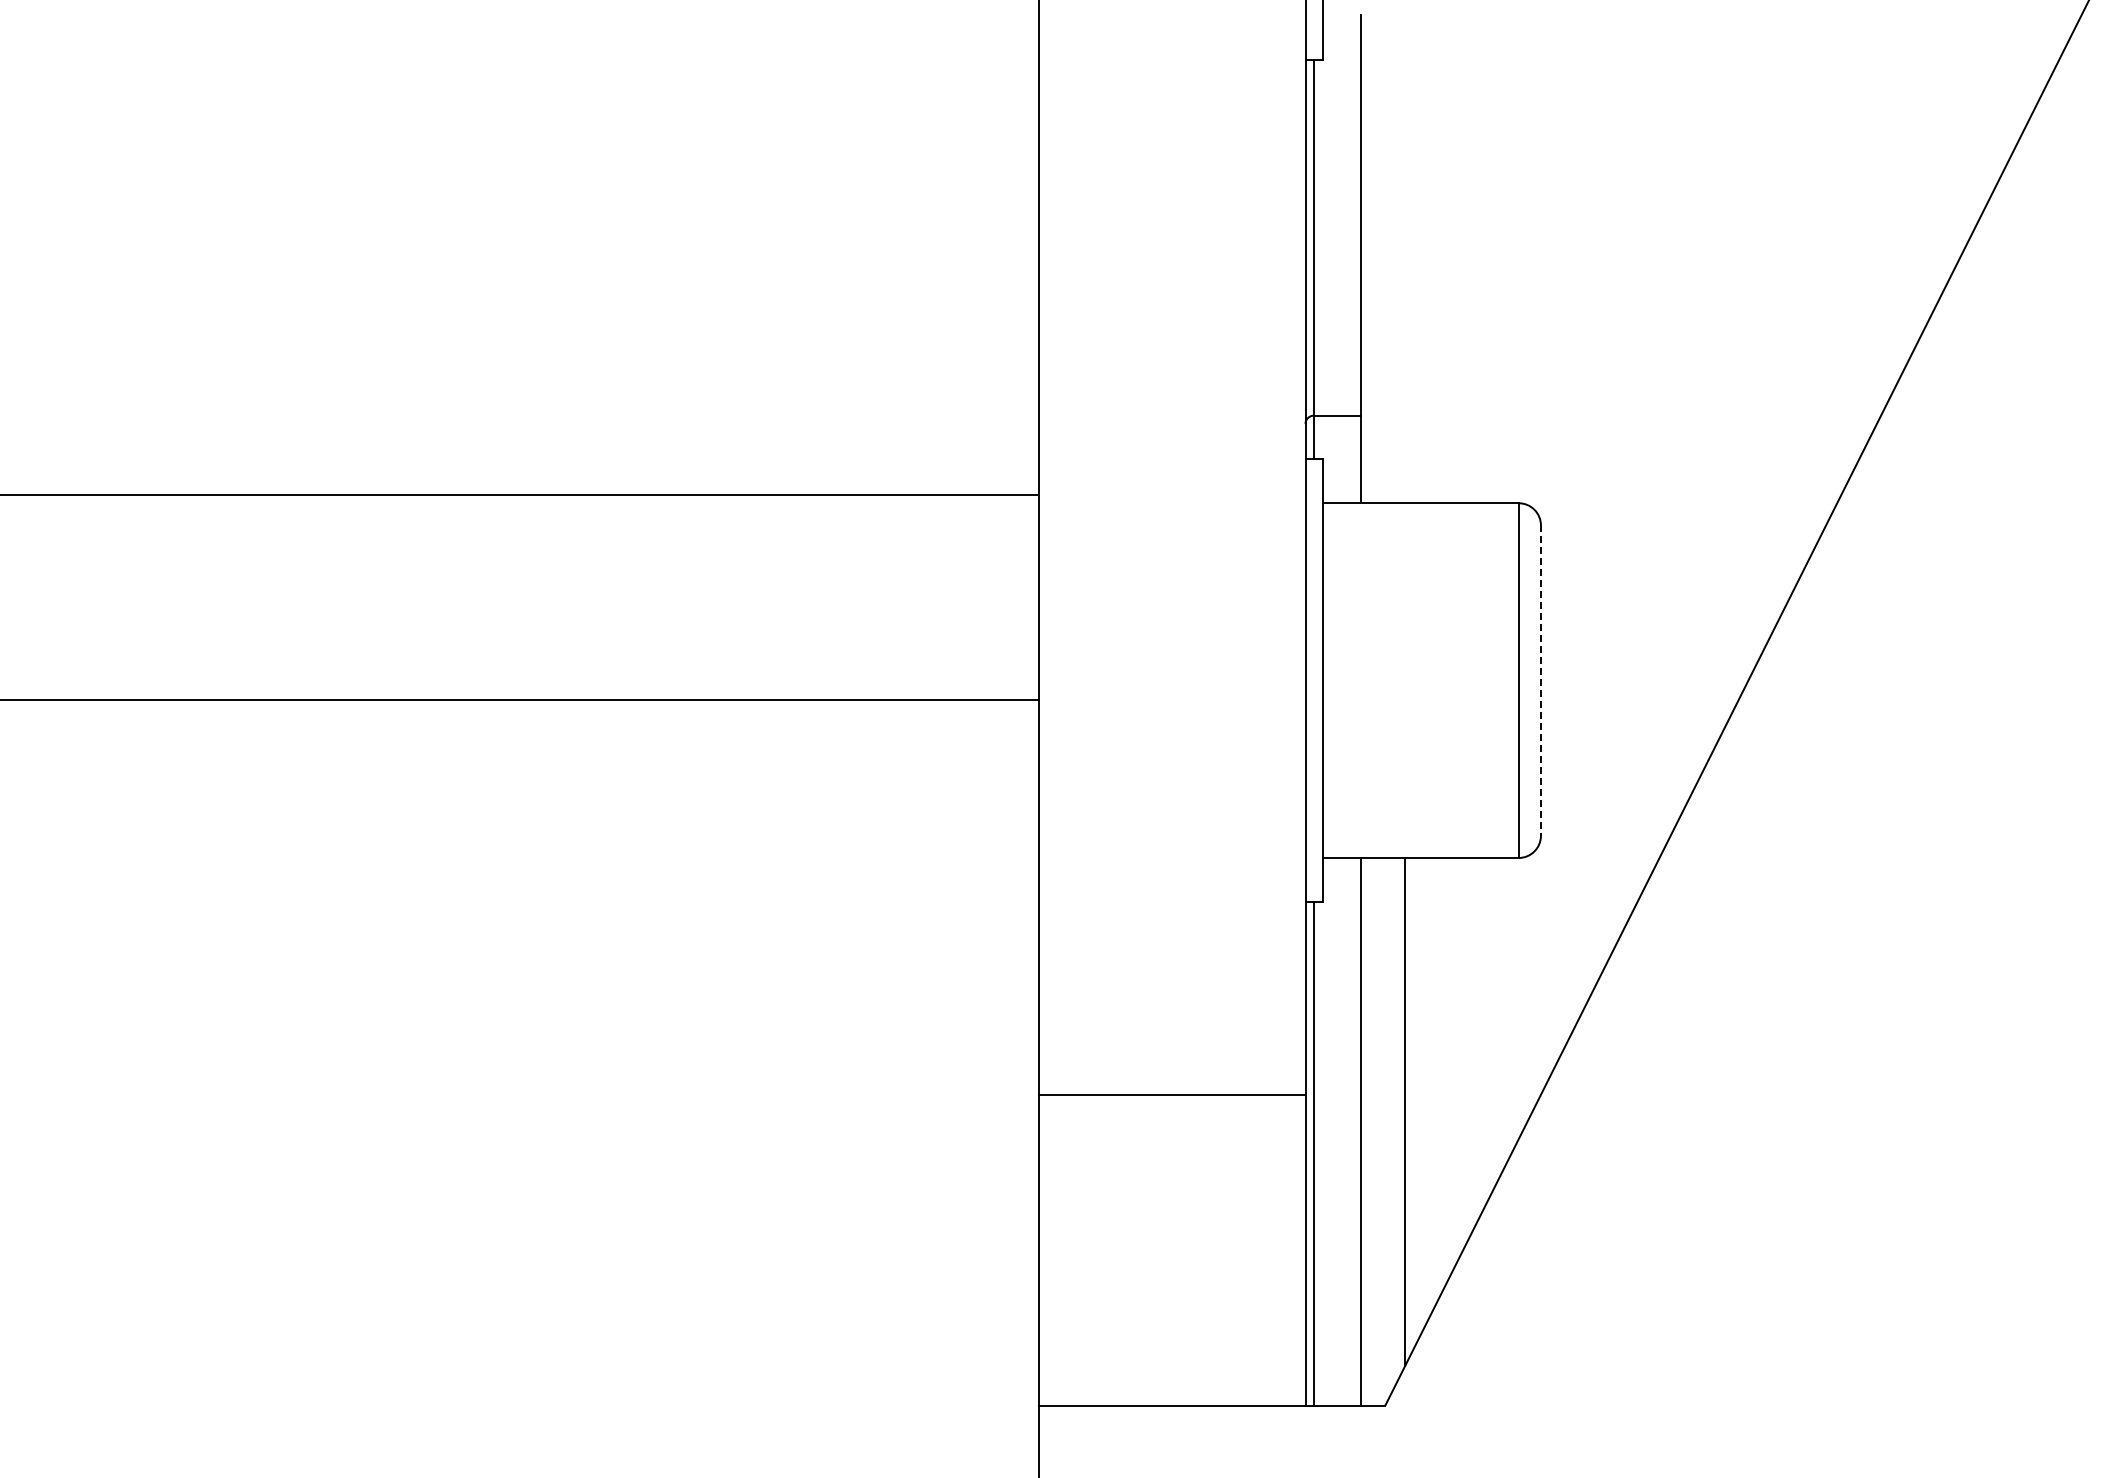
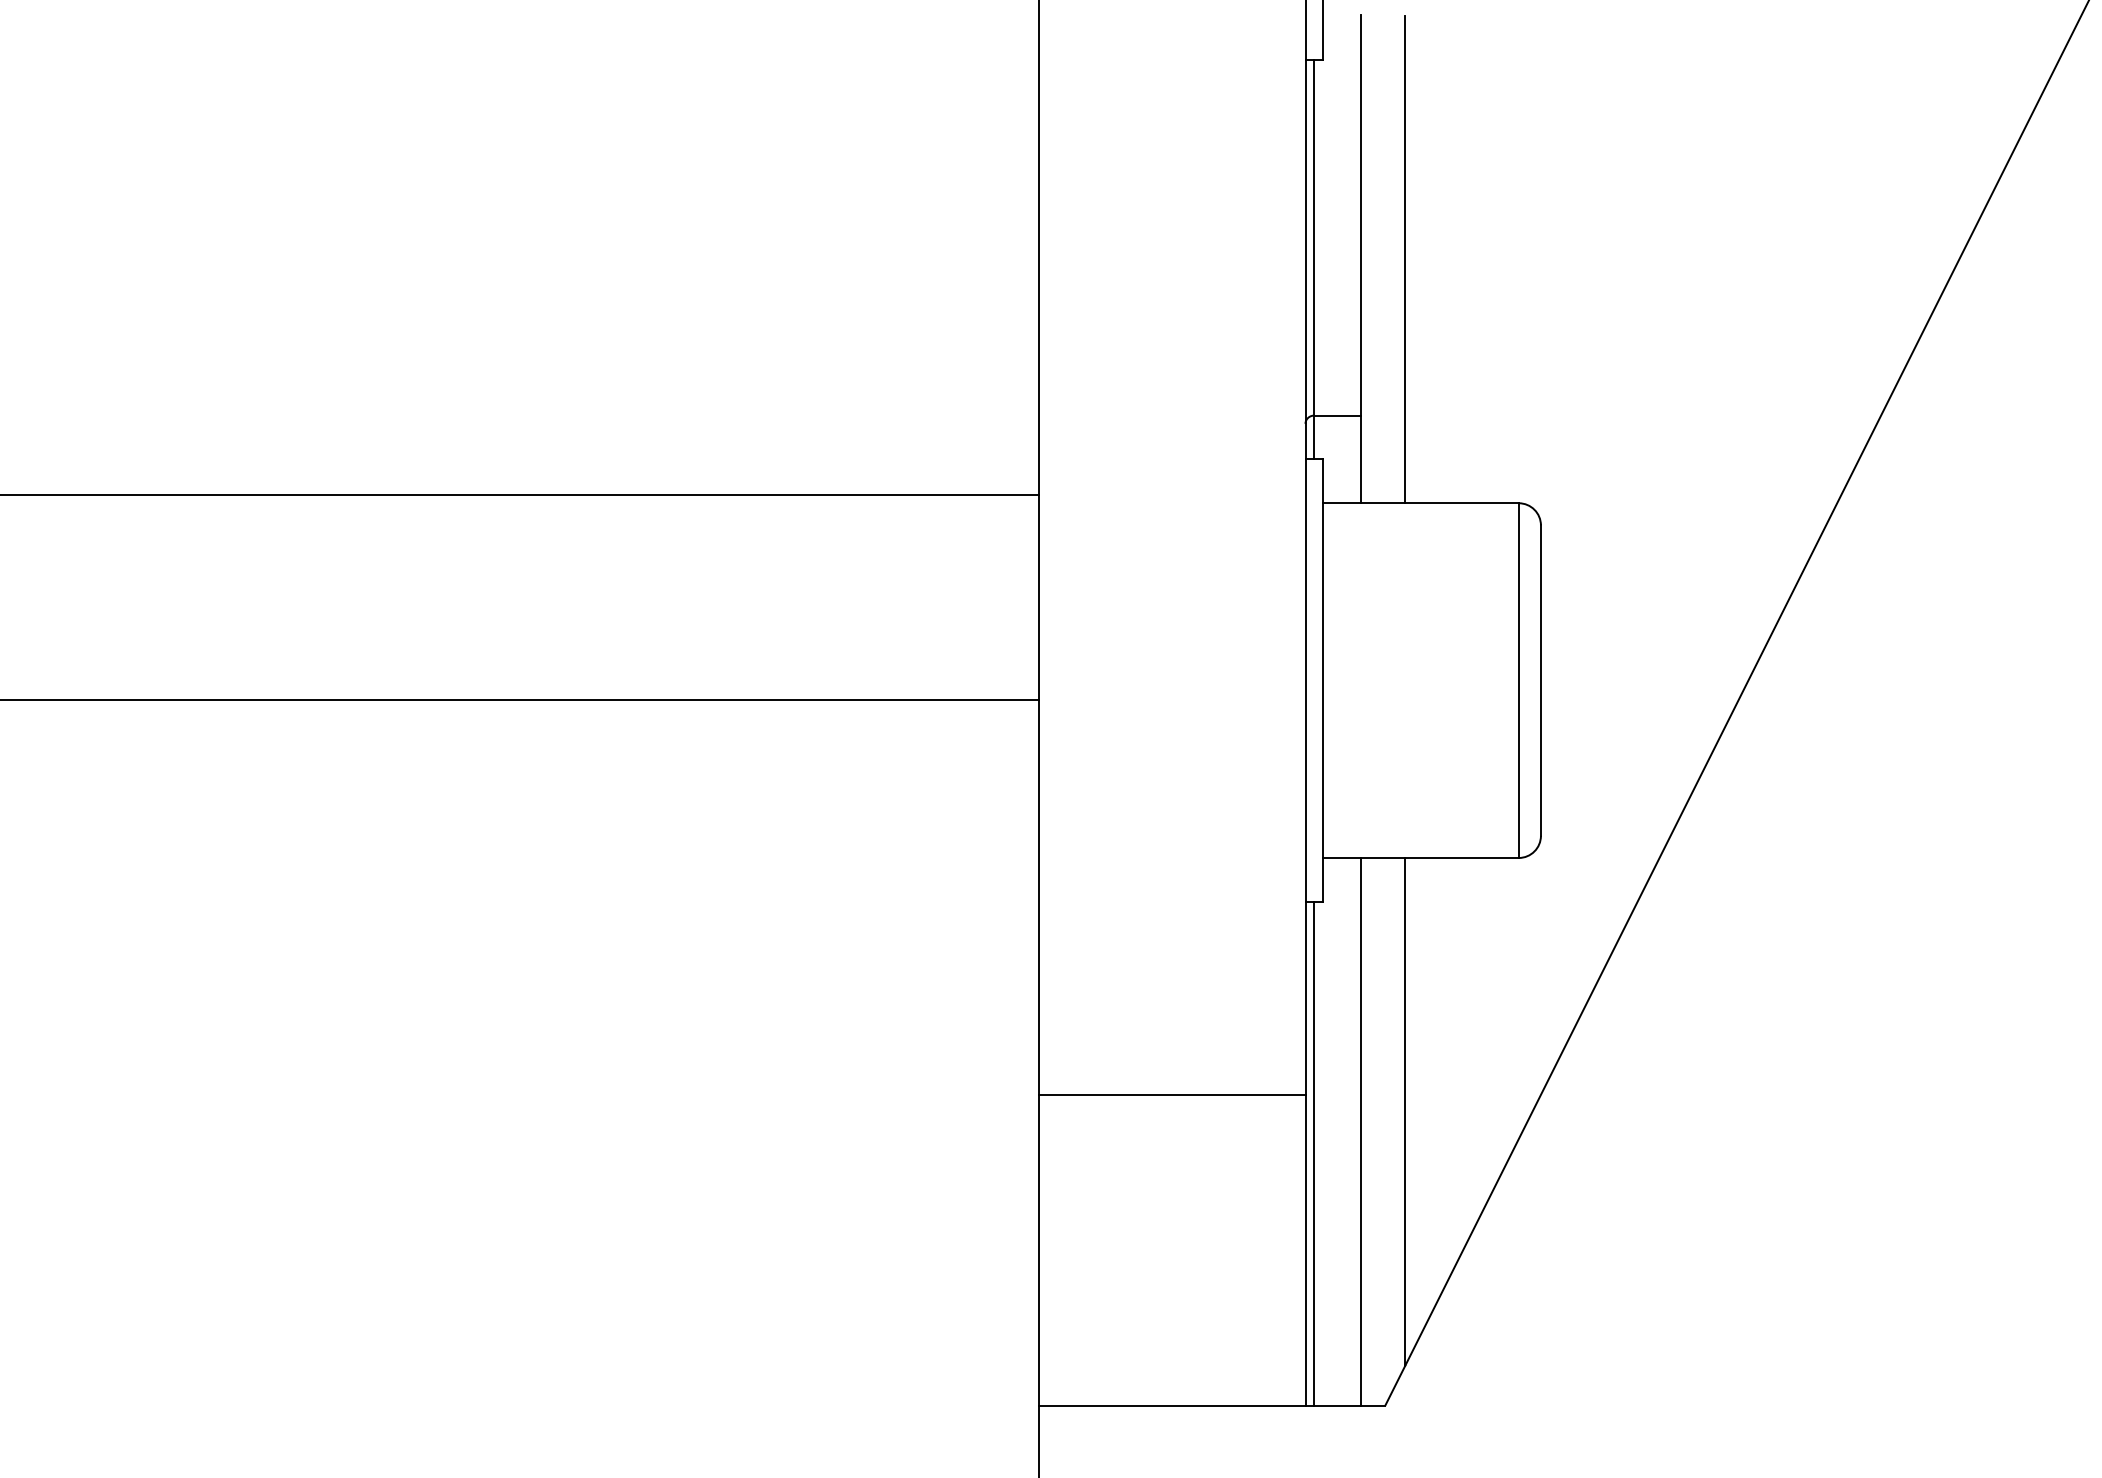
line at (1405, 259): none -> present
line at (1540, 681): dashed -> solid
